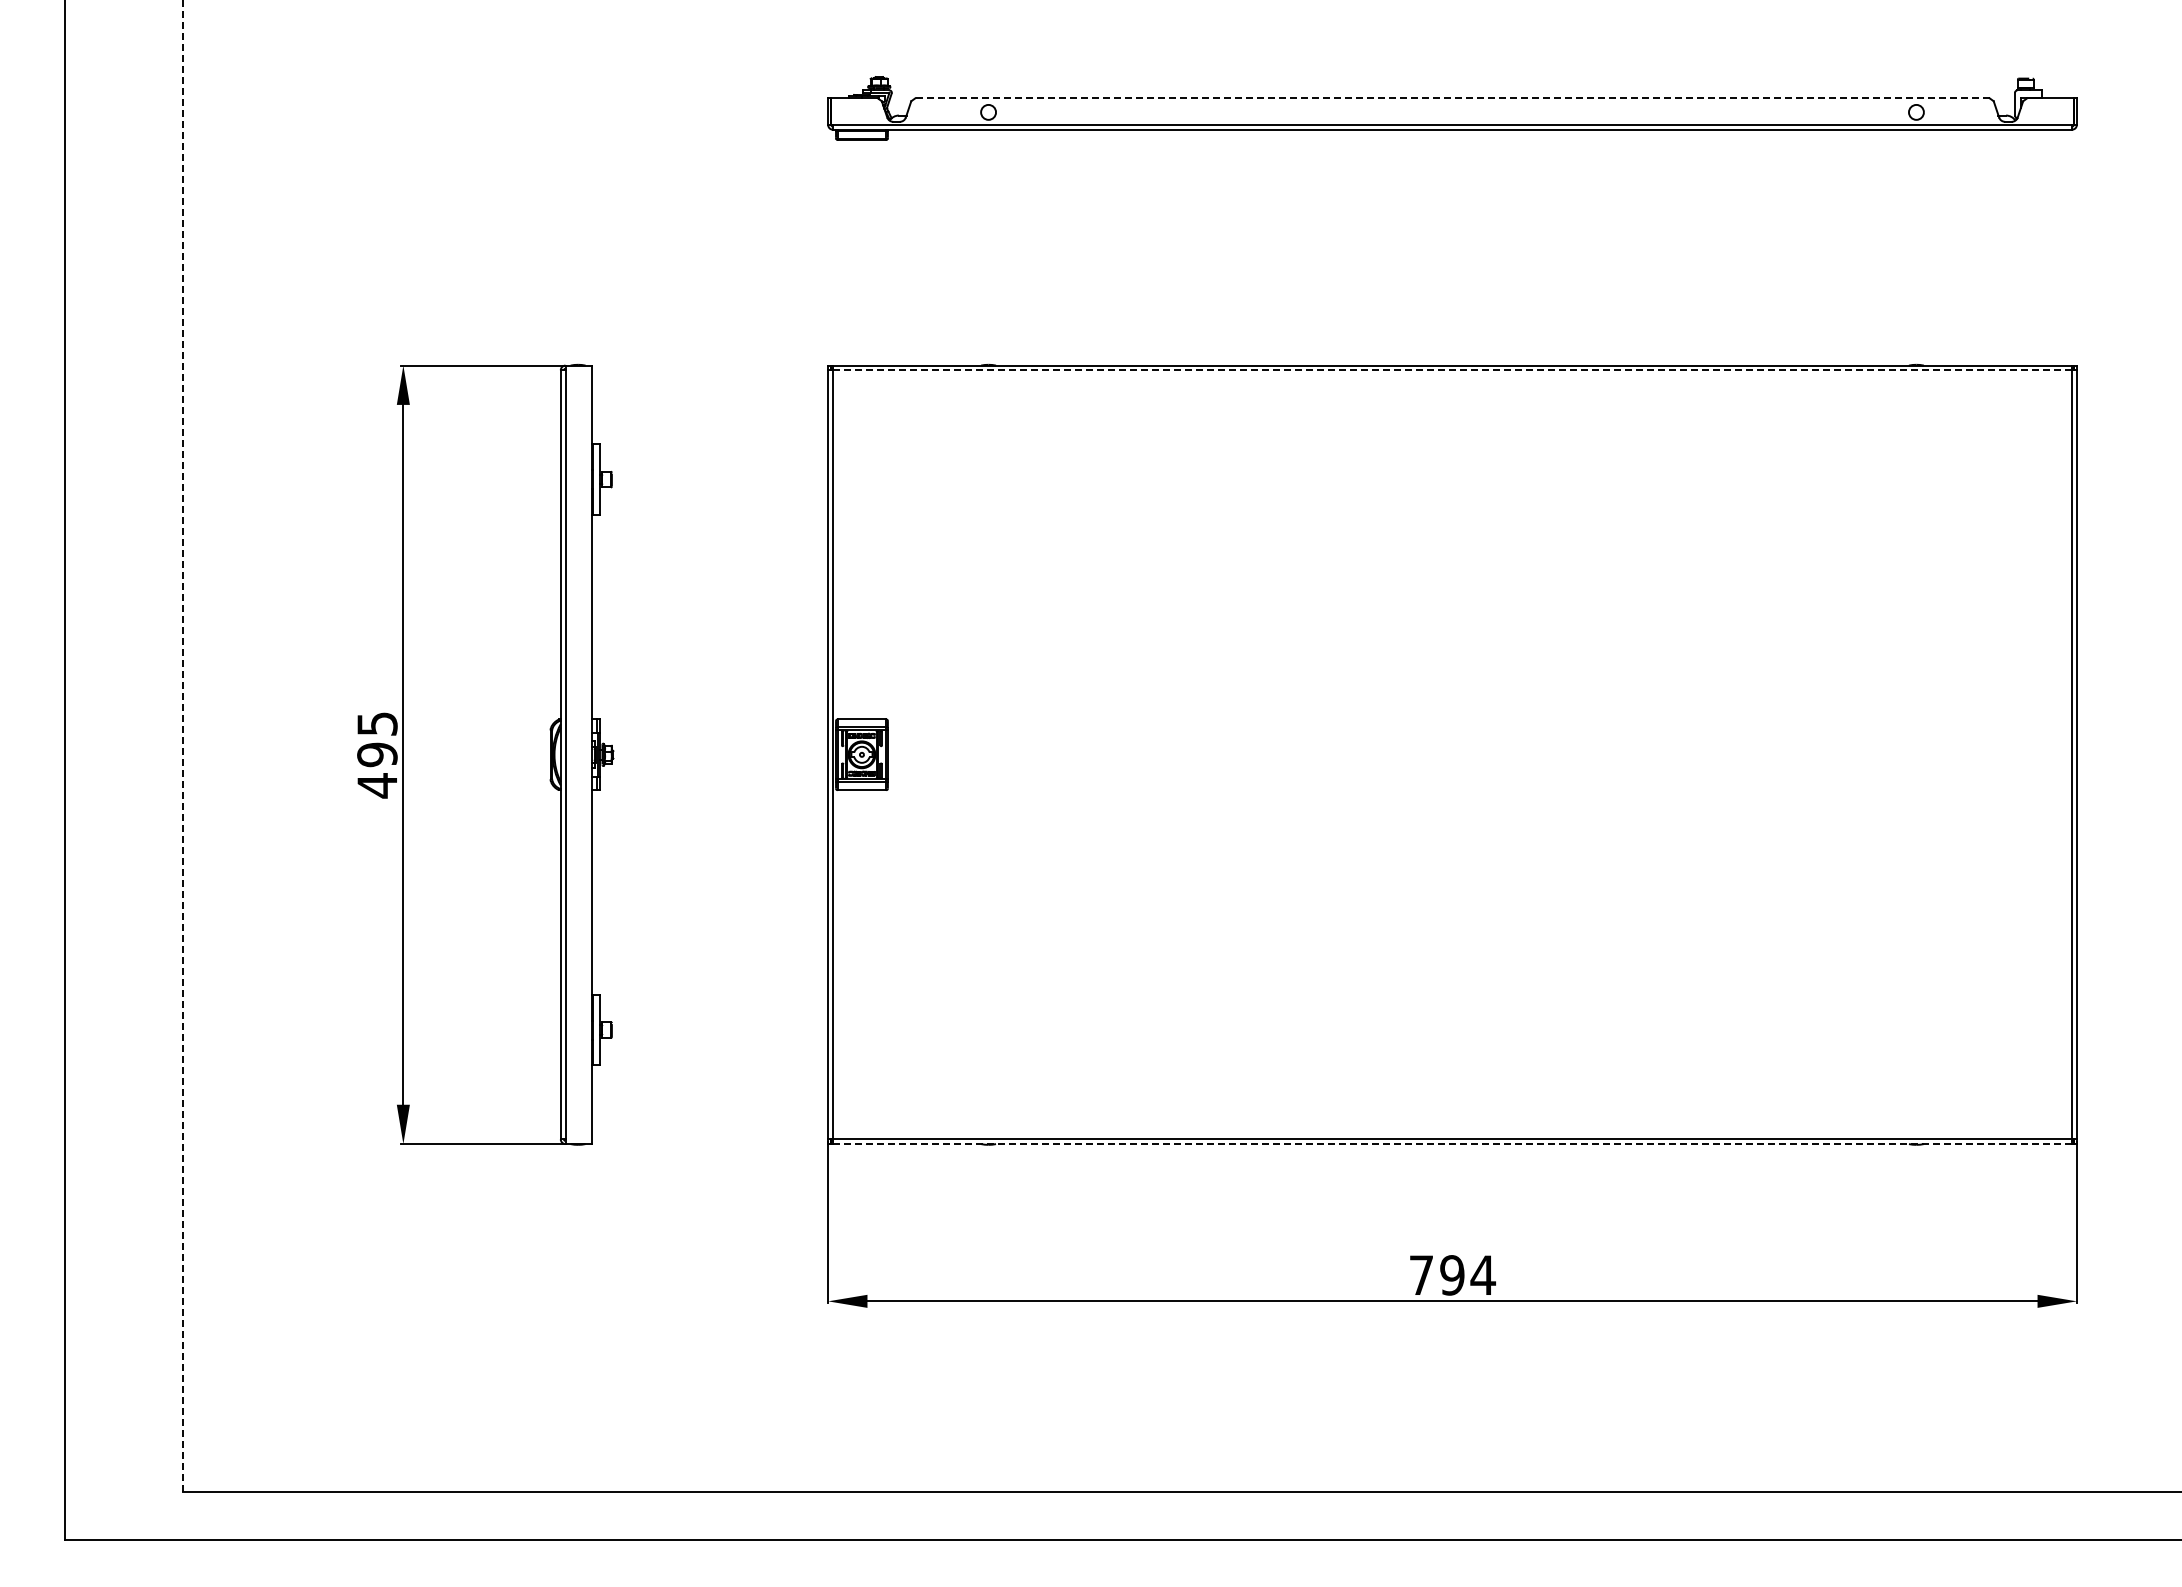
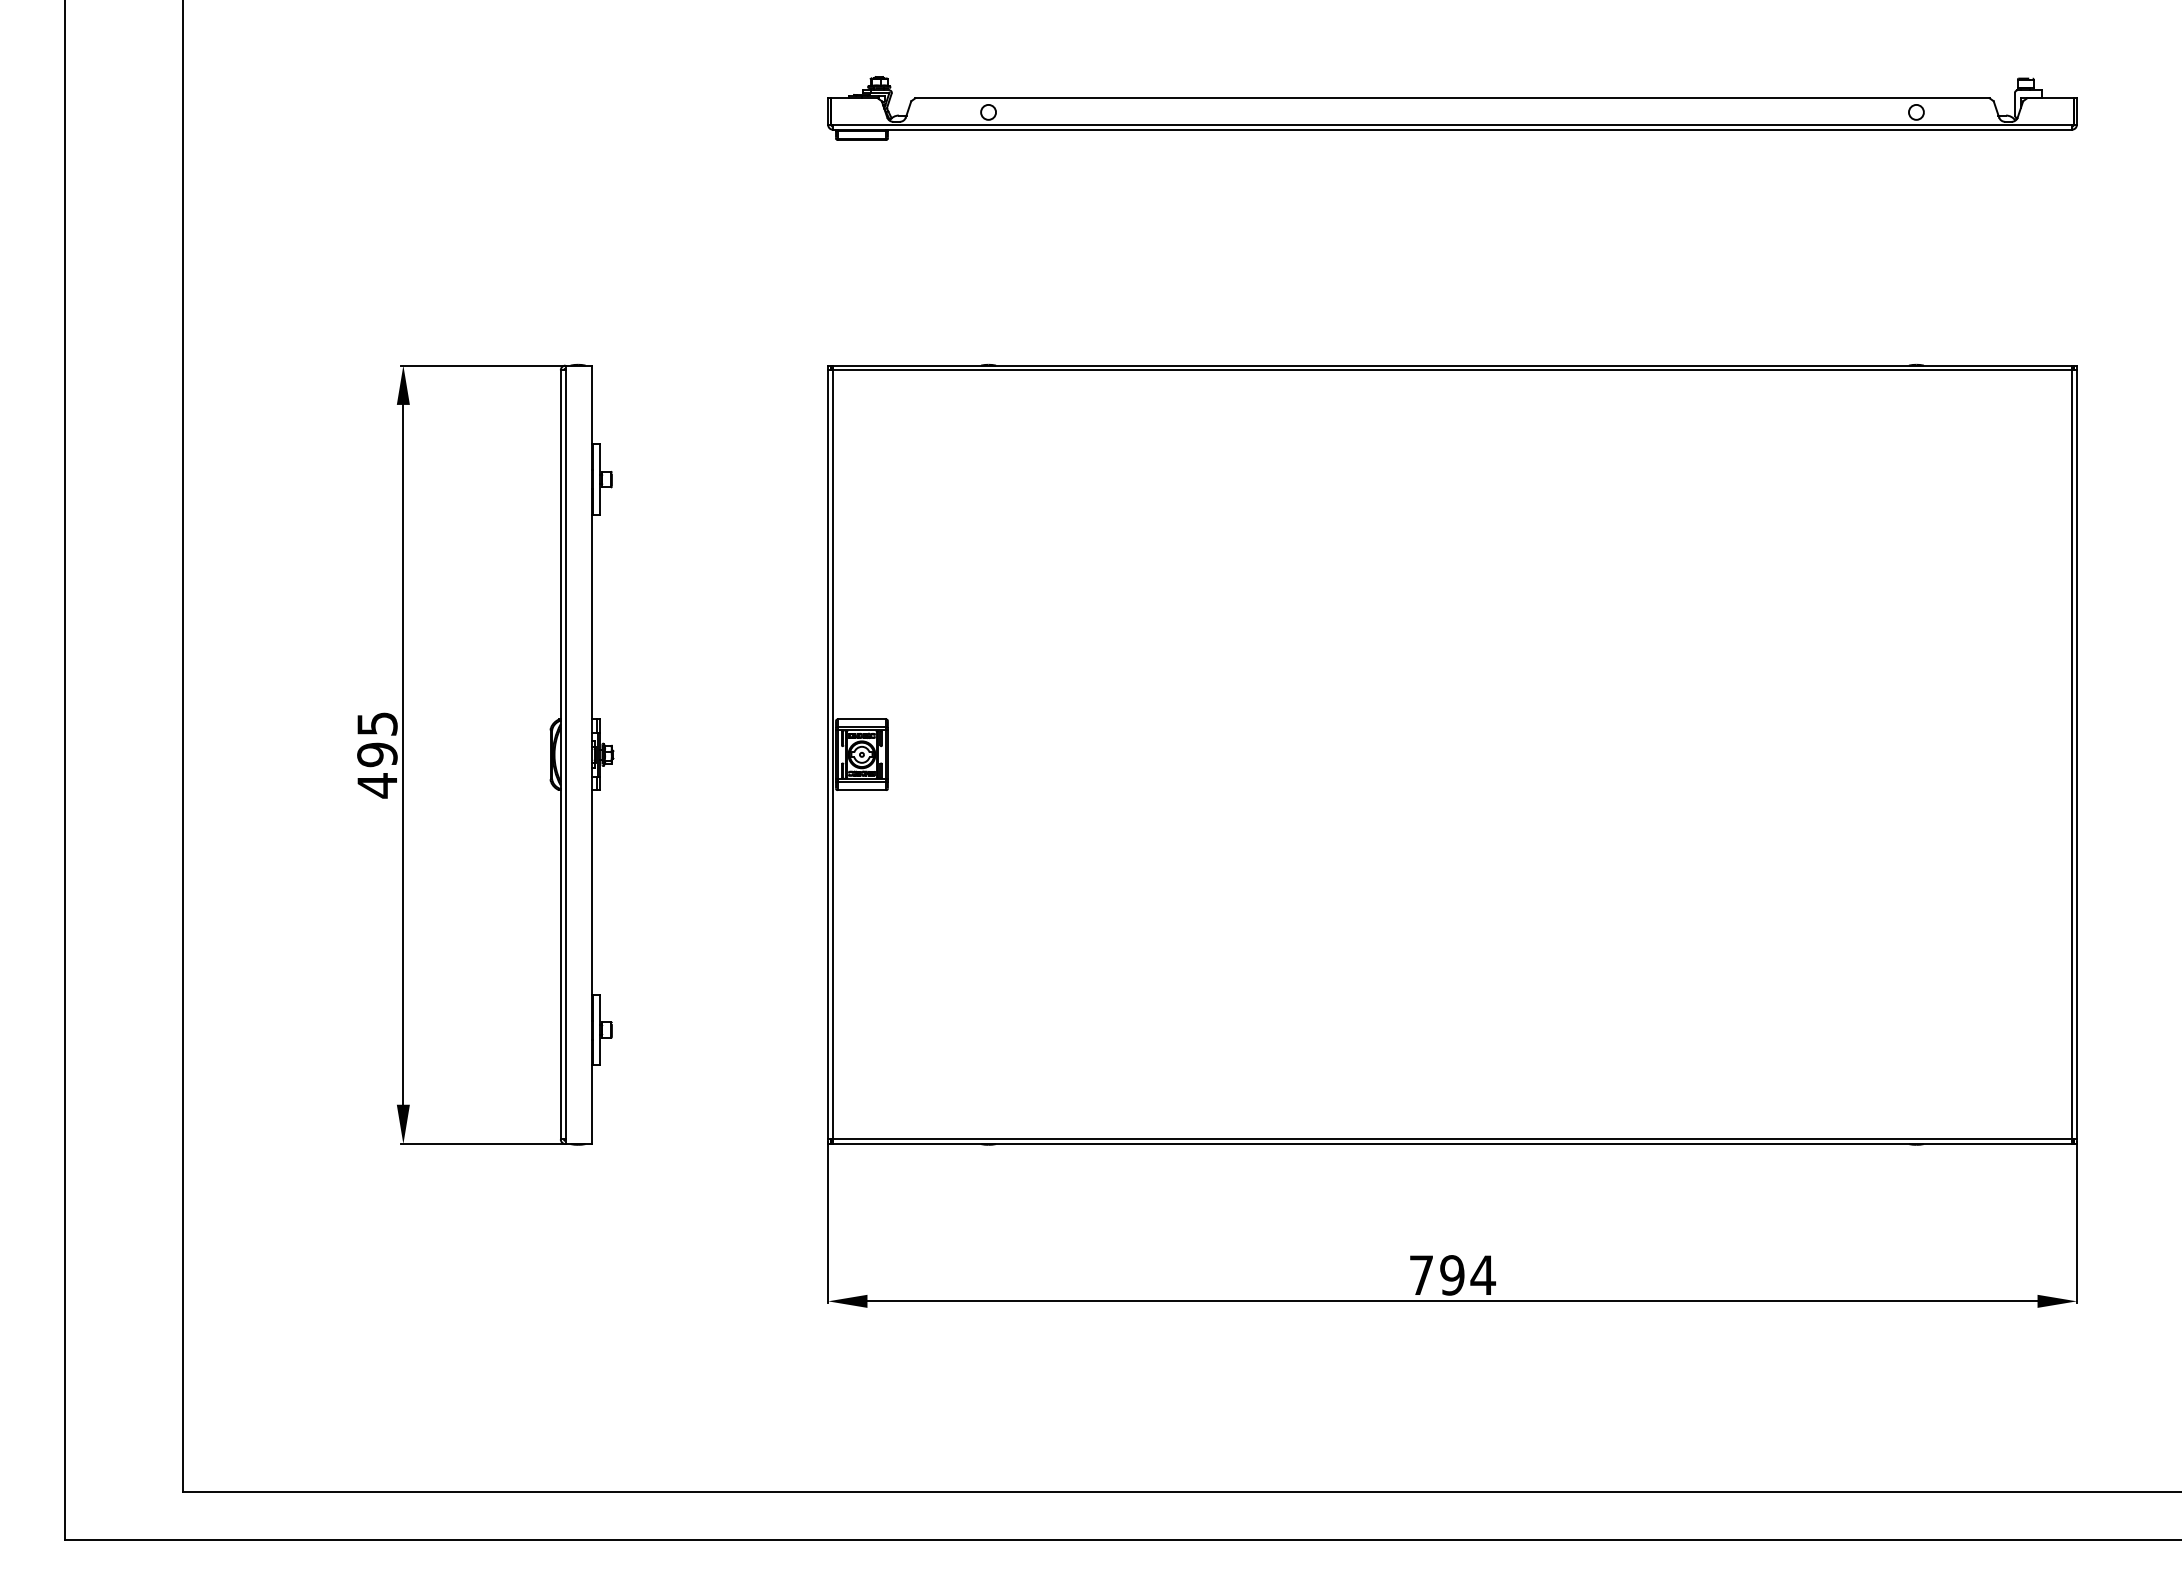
line at (1452, 98): dashed -> solid
line at (1452, 370): dashed -> solid
line at (183, 746): dashed -> solid
line at (1452, 1144): dashed -> solid
